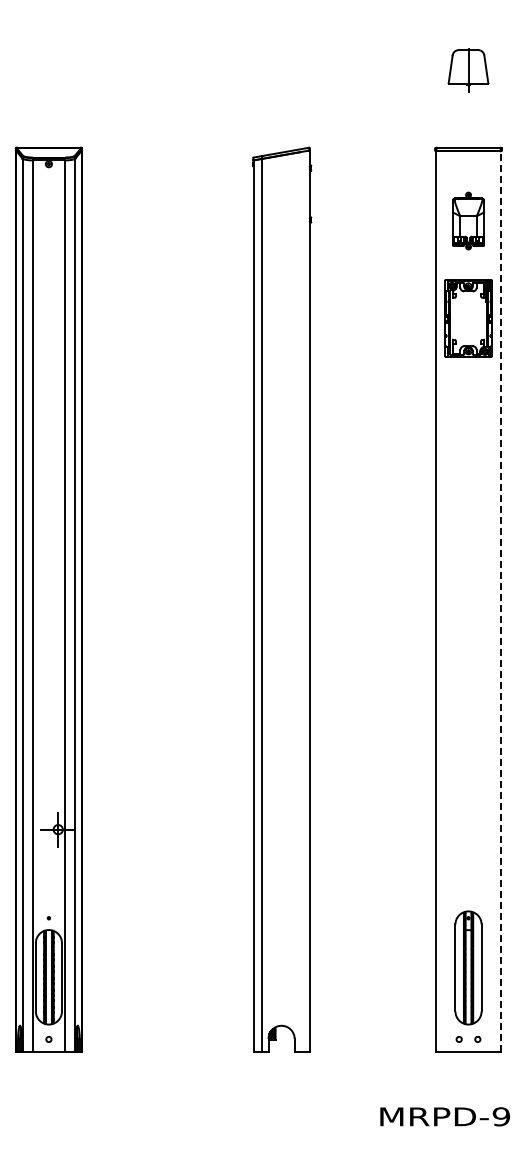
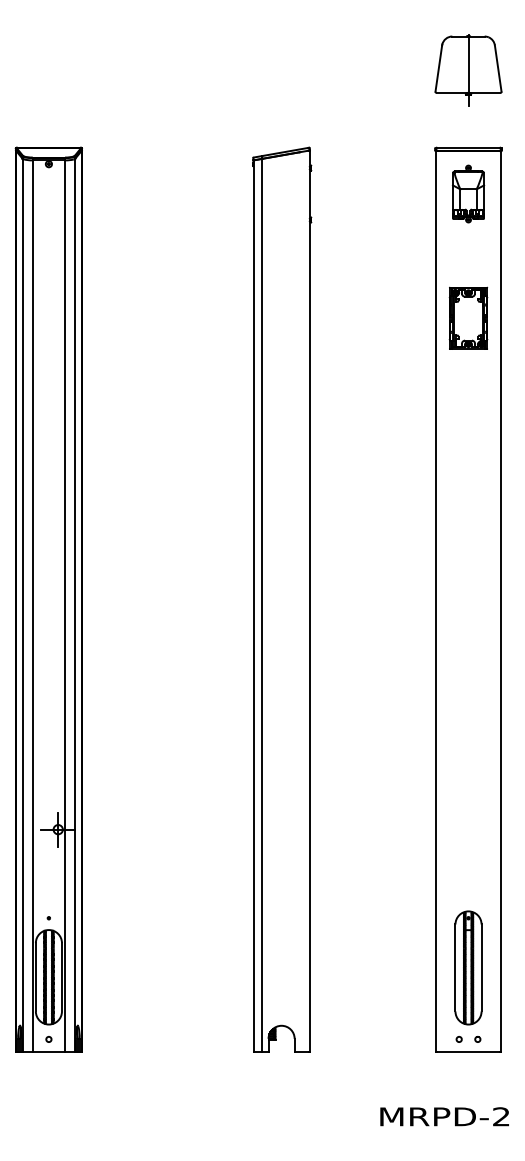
part at (468, 70) size: 43x45 px -> 69x73 px
part at (468, 220) position: (468, 220) -> (468, 193)
part at (468, 318) size: 49x79 px -> 41x64 px
line at (501, 601): dashed -> solid
text at (500, 1116): MRPD-9 -> MRPD-2
